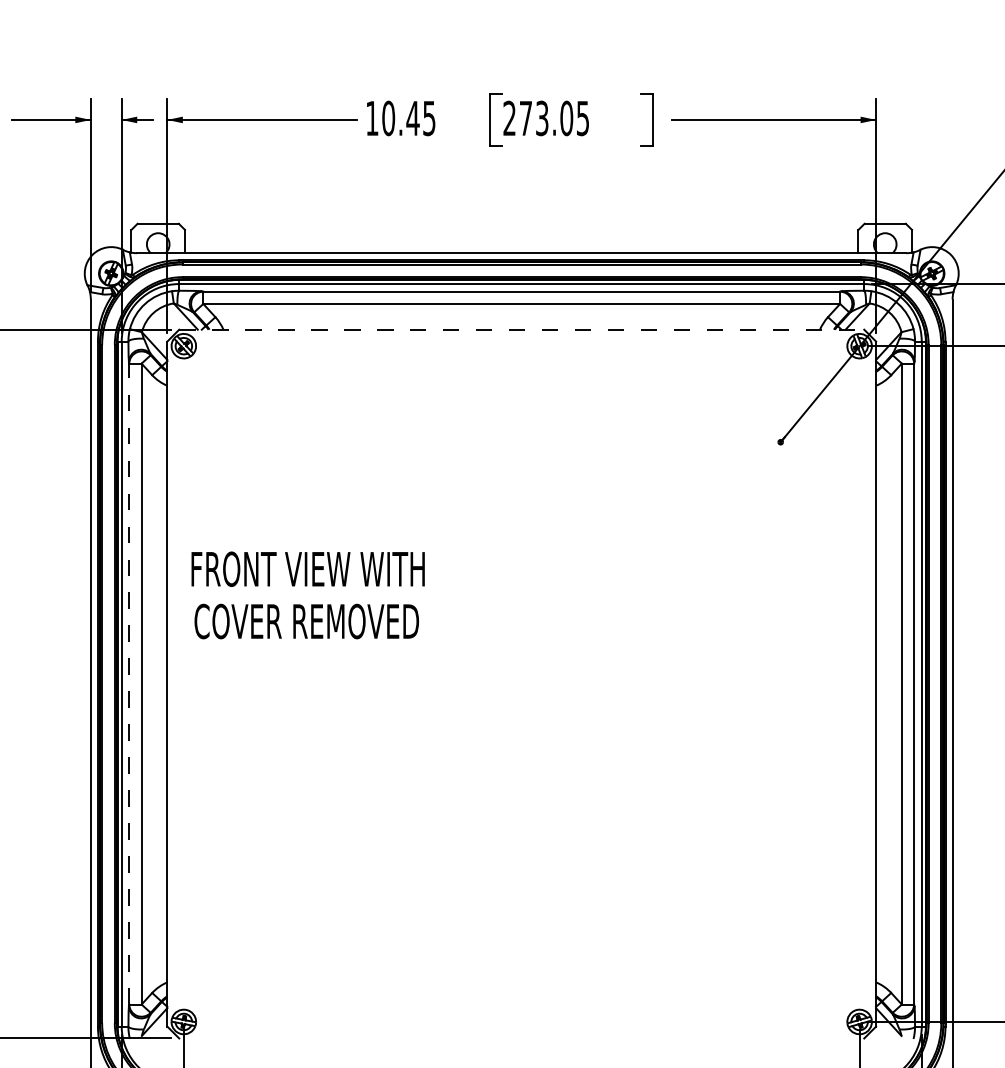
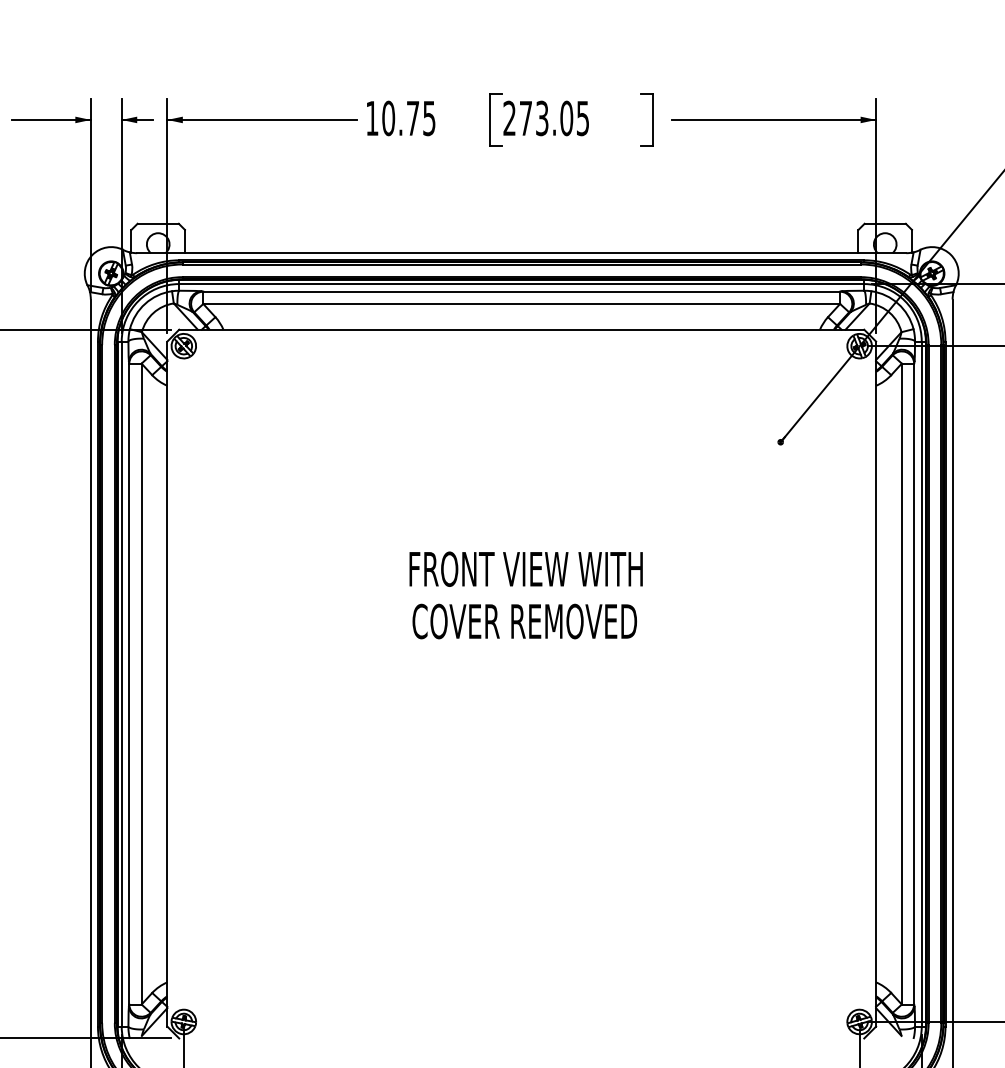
text at (412, 118): 10.45 -> 10.75
line at (521, 329): dashed -> solid
text at (307, 595) position: (307, 595) -> (525, 595)
line at (129, 683): dashed -> solid
